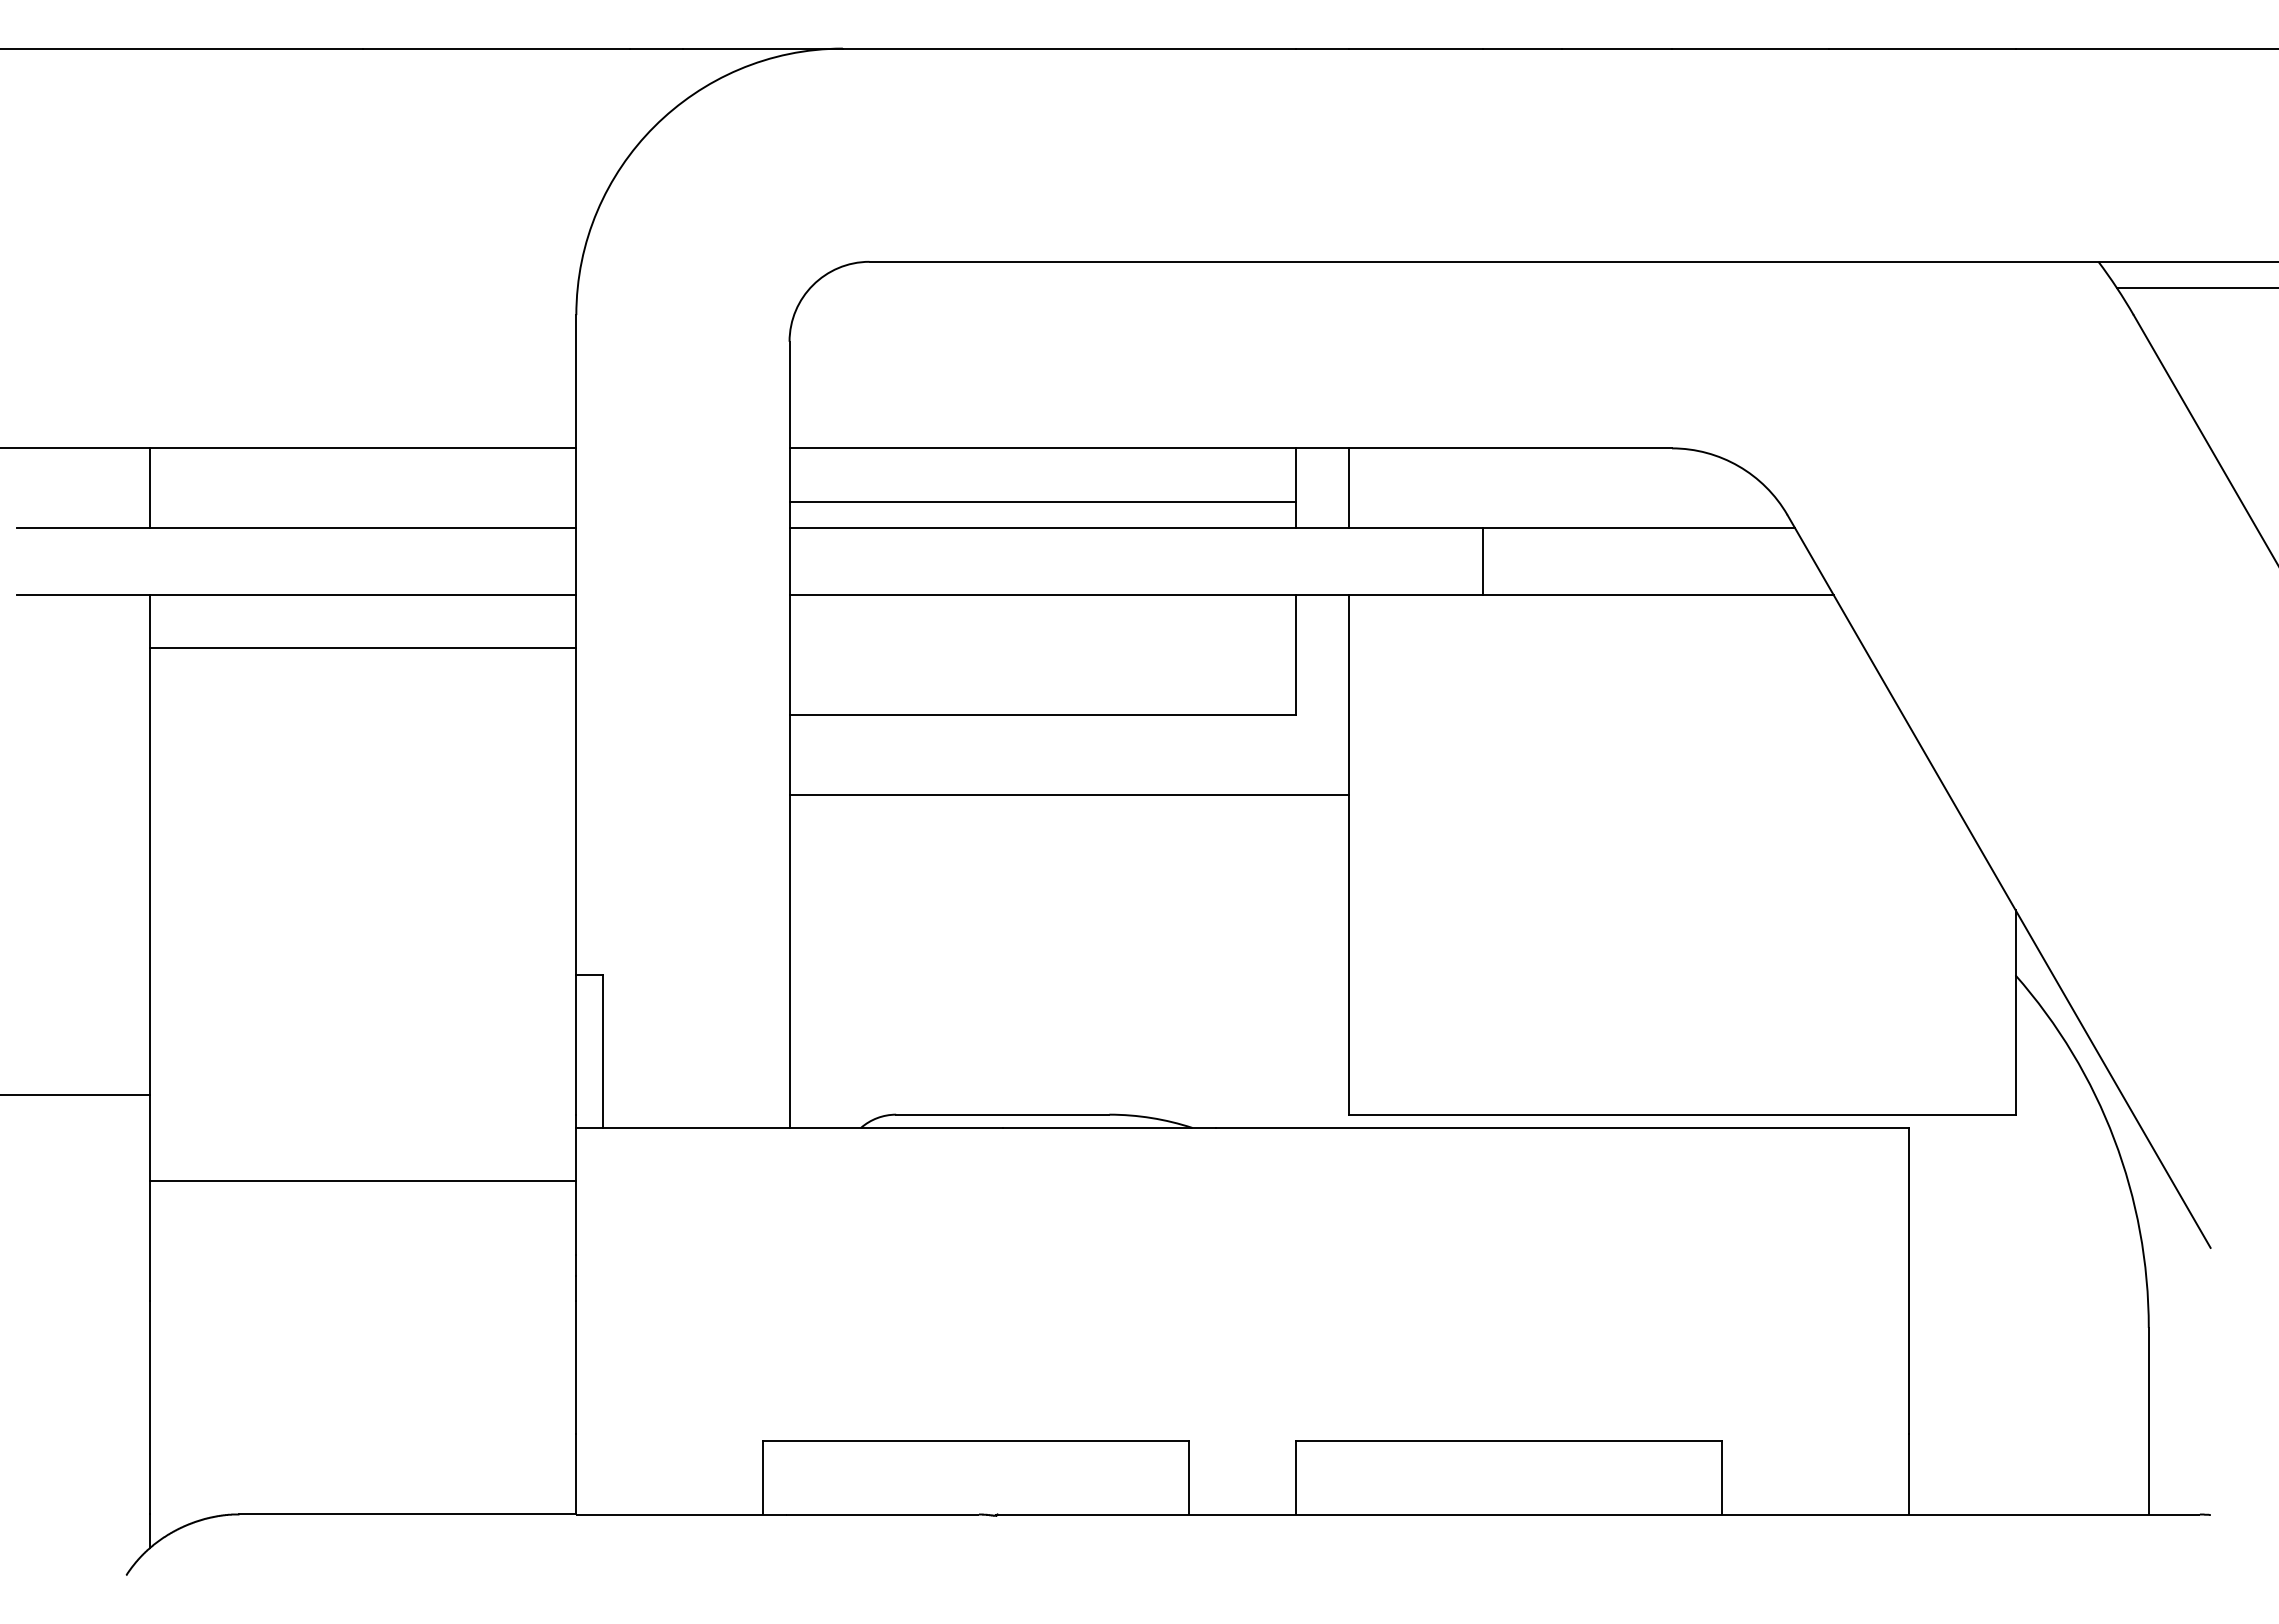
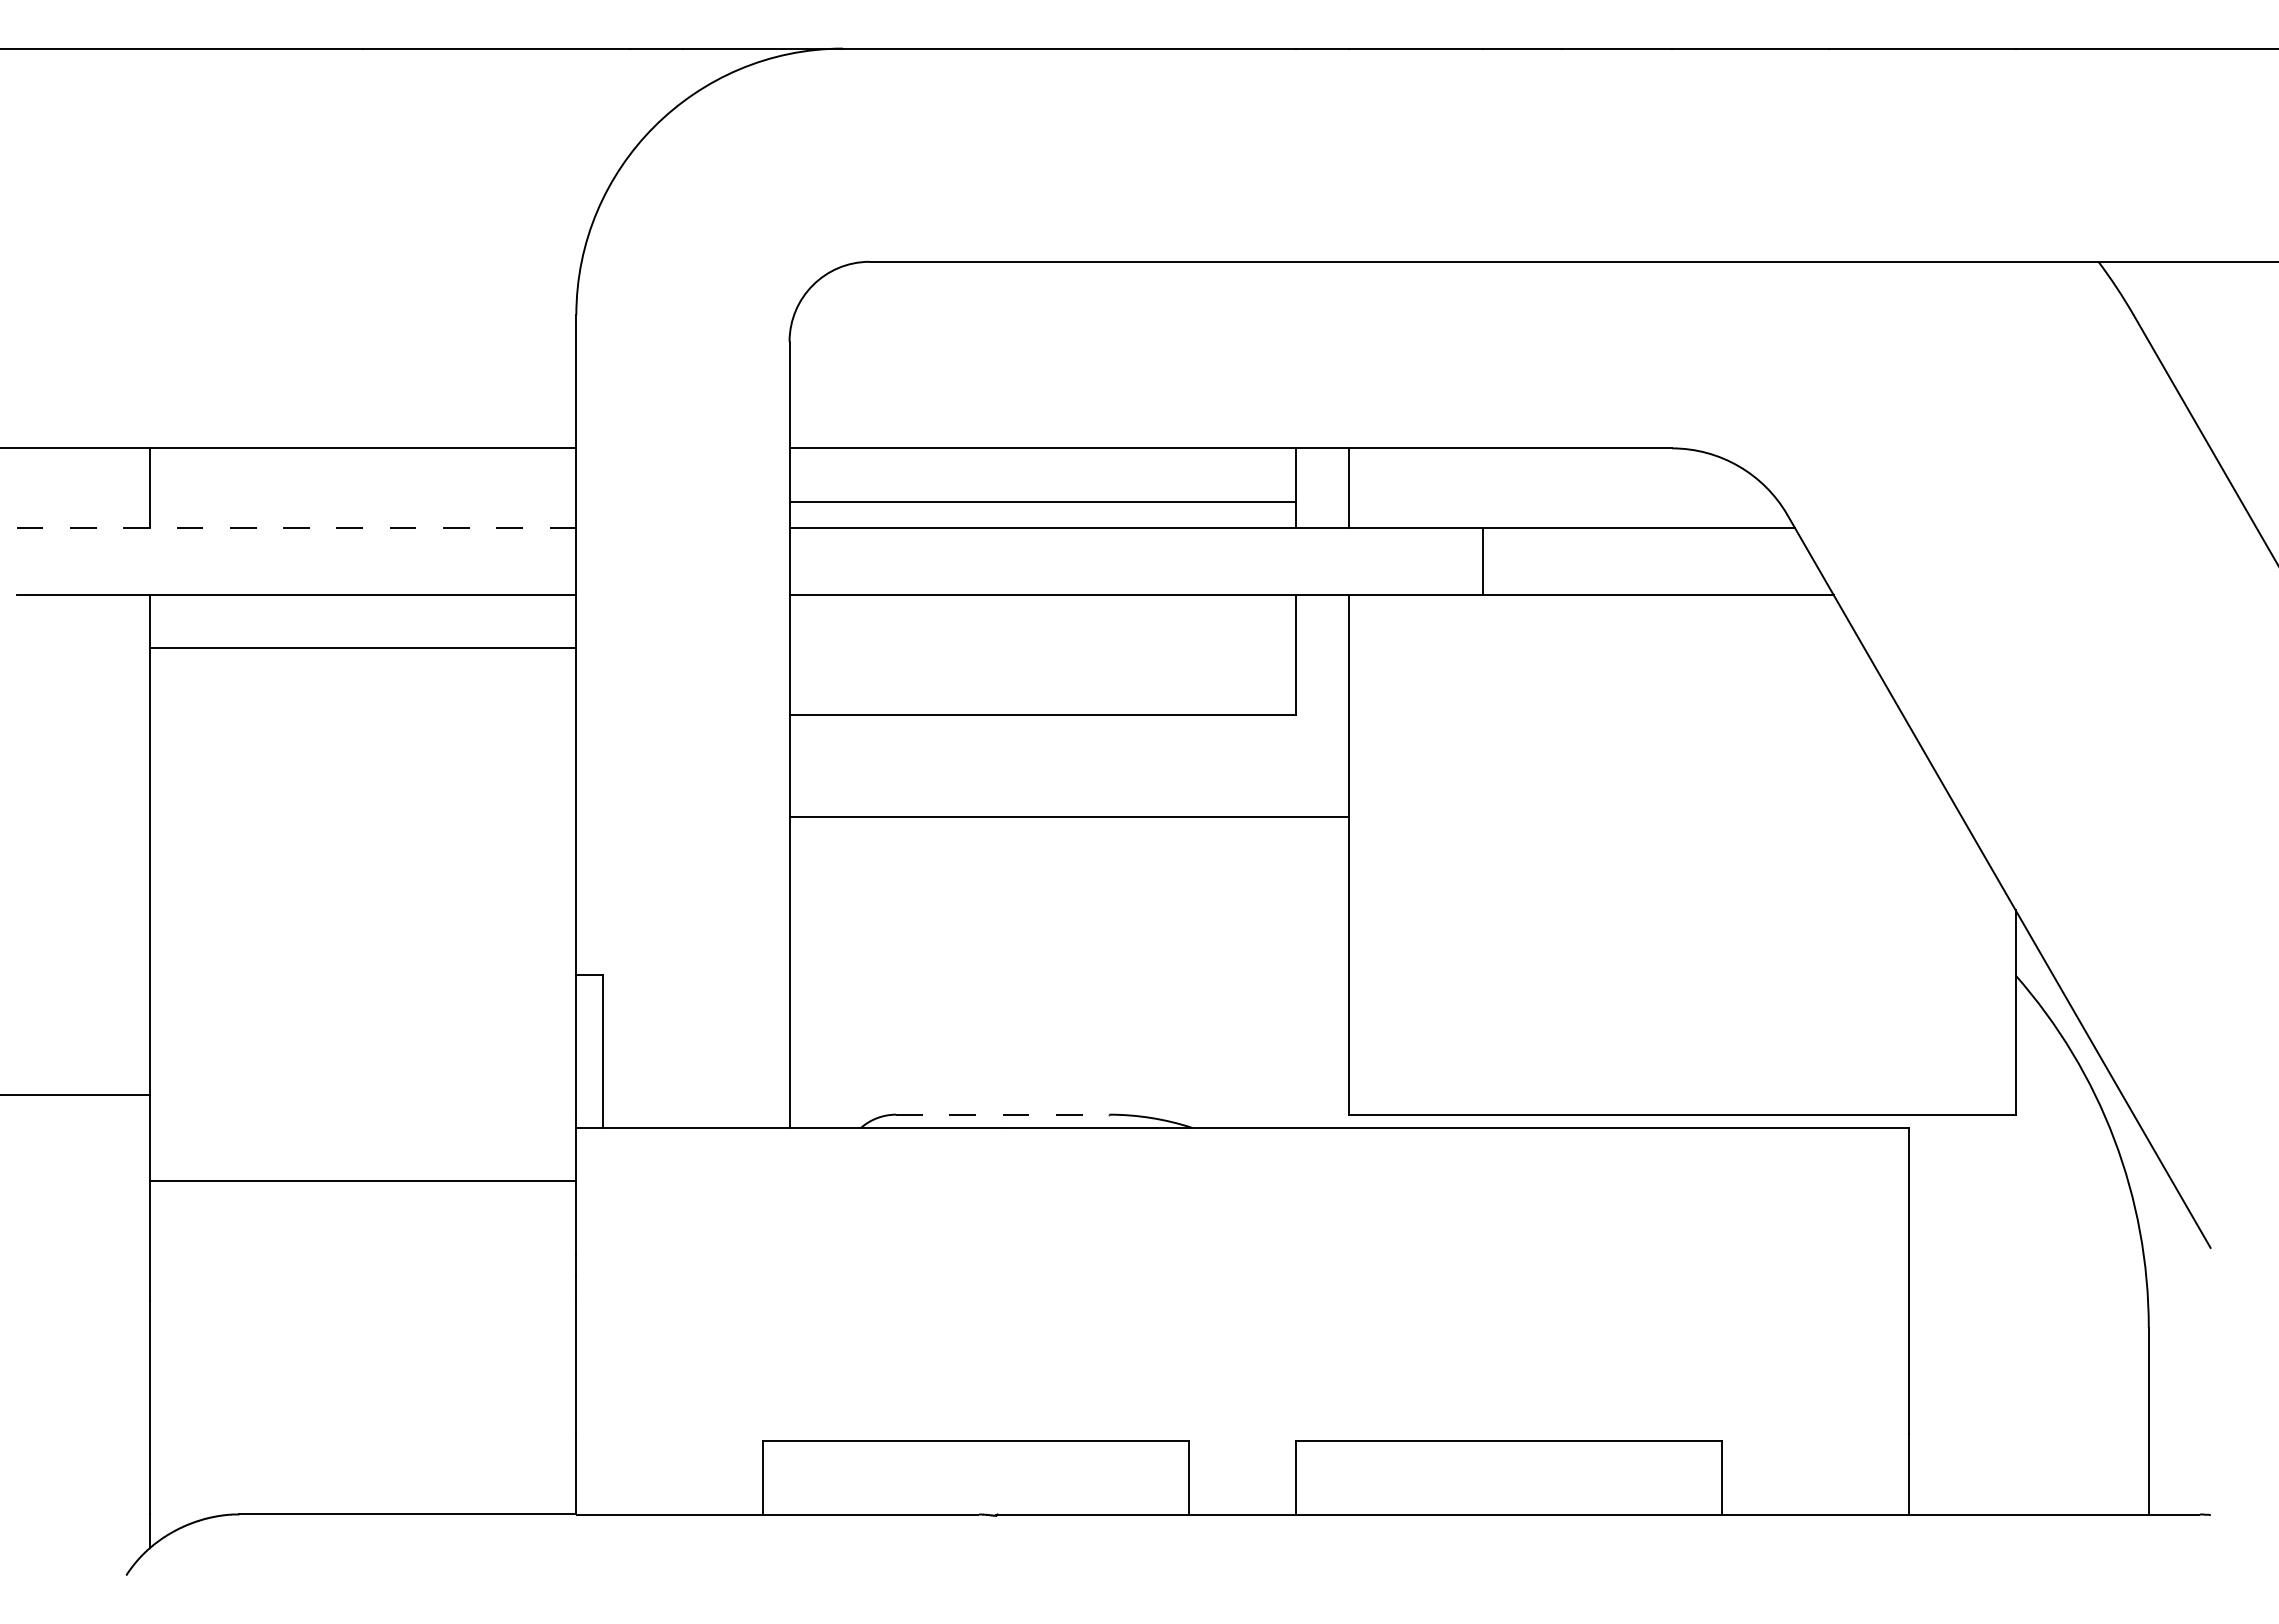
line at (2196, 288): present -> none
line at (296, 528): solid -> dashed
line at (1069, 794) position: (1069, 794) -> (1069, 816)
line at (1002, 1114): solid -> dashed
